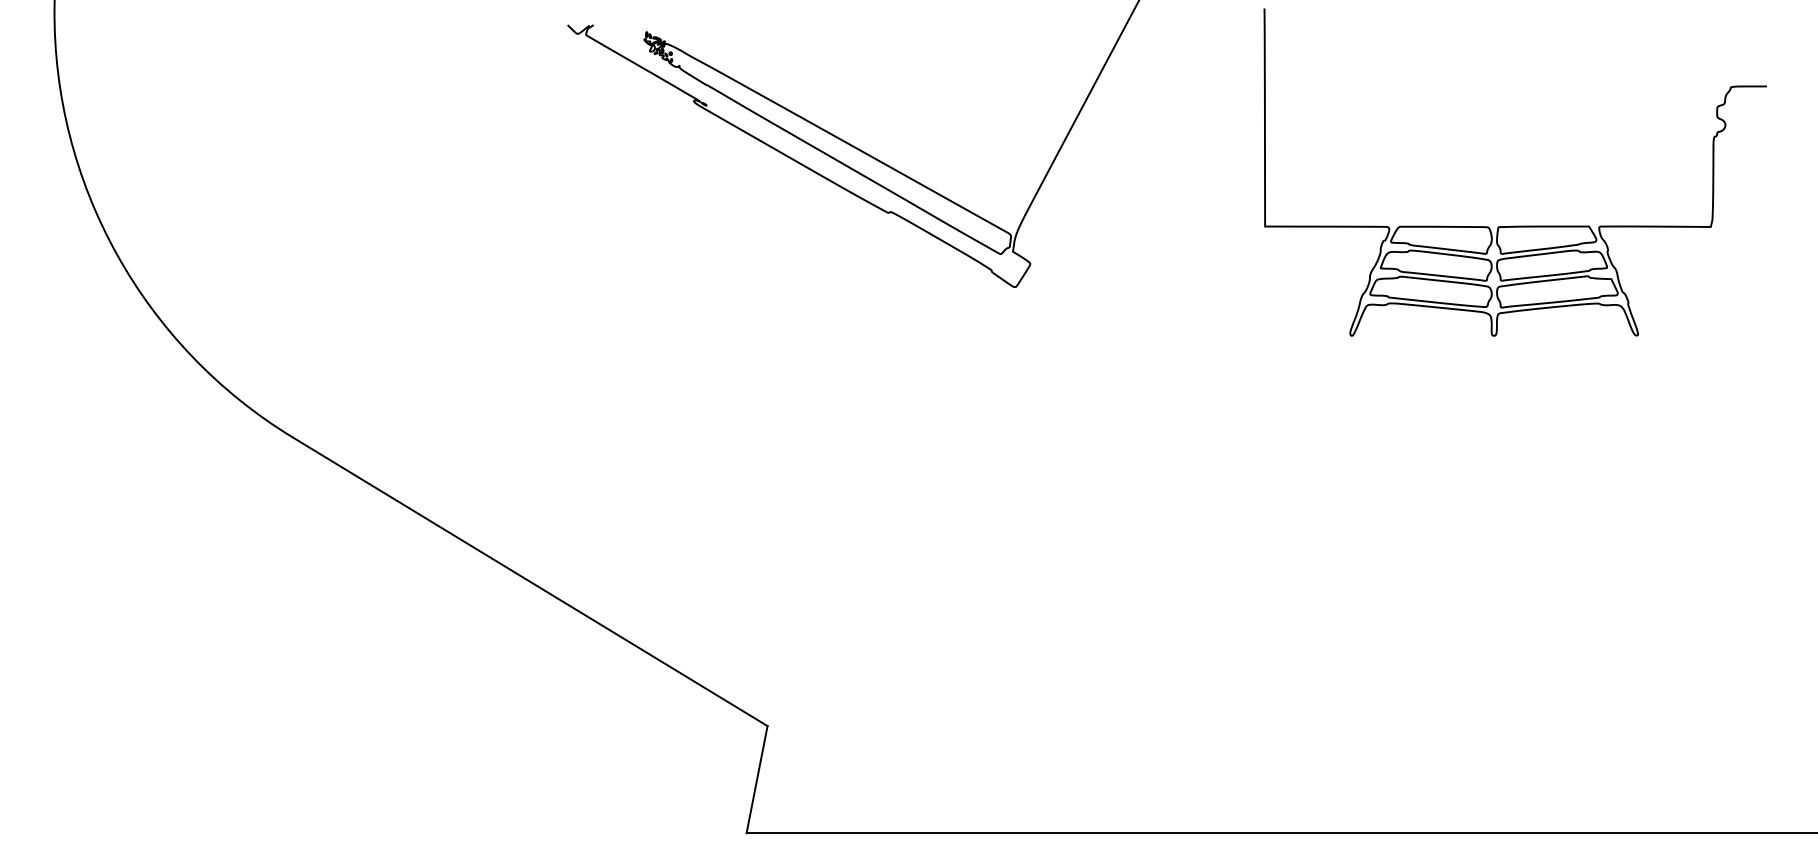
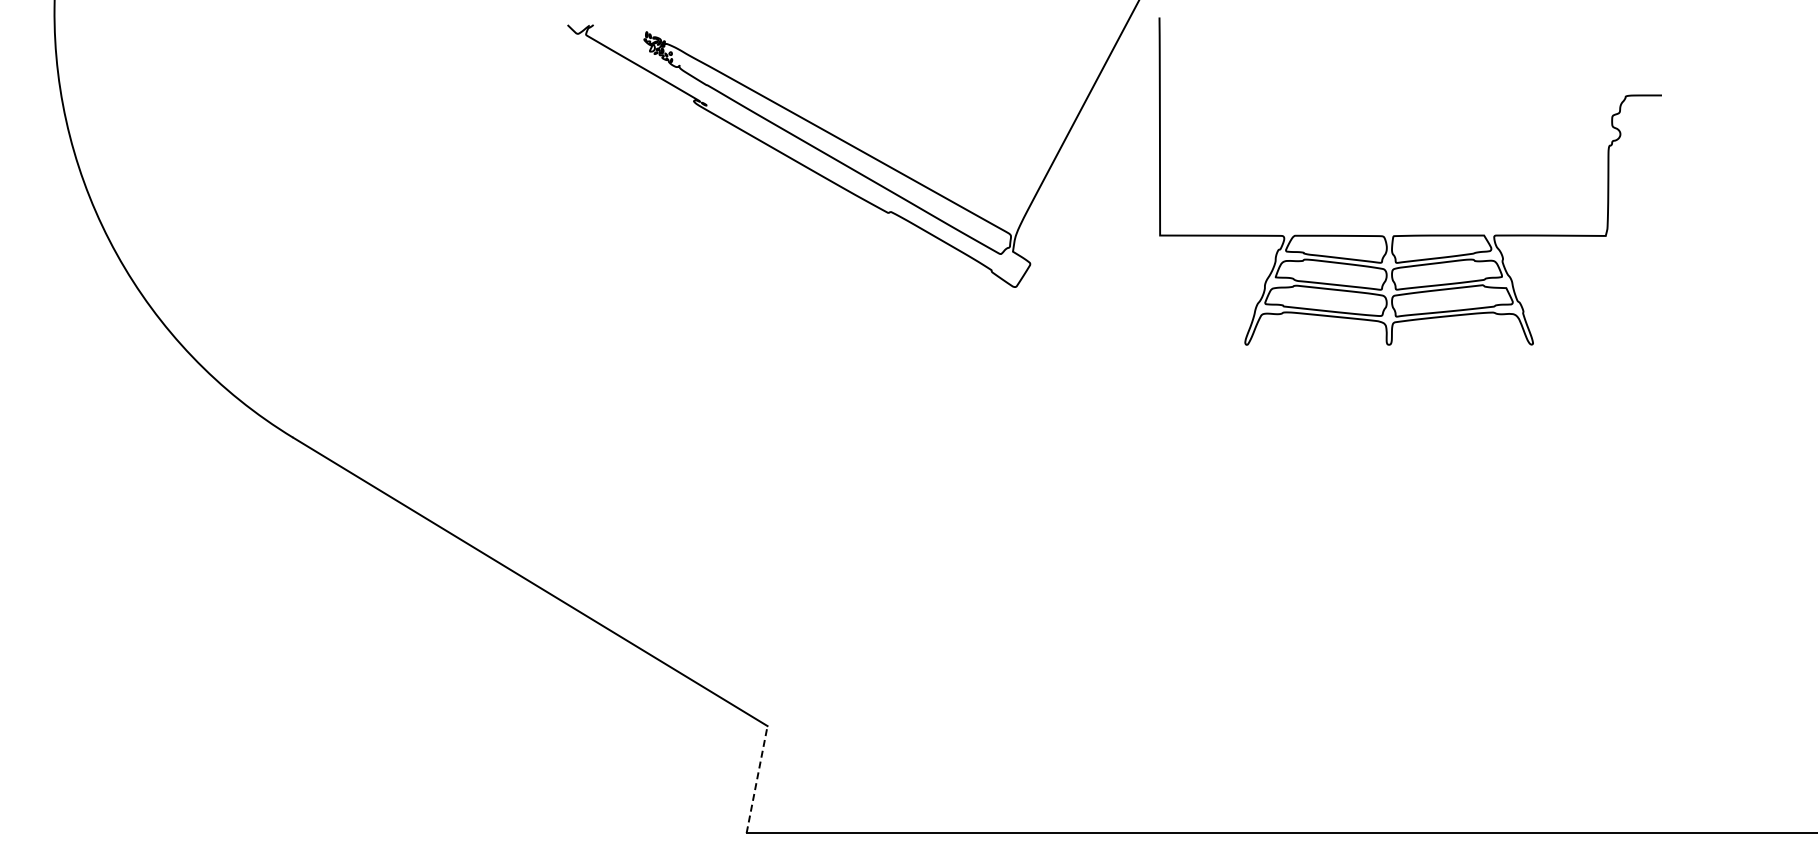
part at (1514, 225) position: (1514, 225) -> (1409, 234)
line at (757, 779): solid -> dashed
